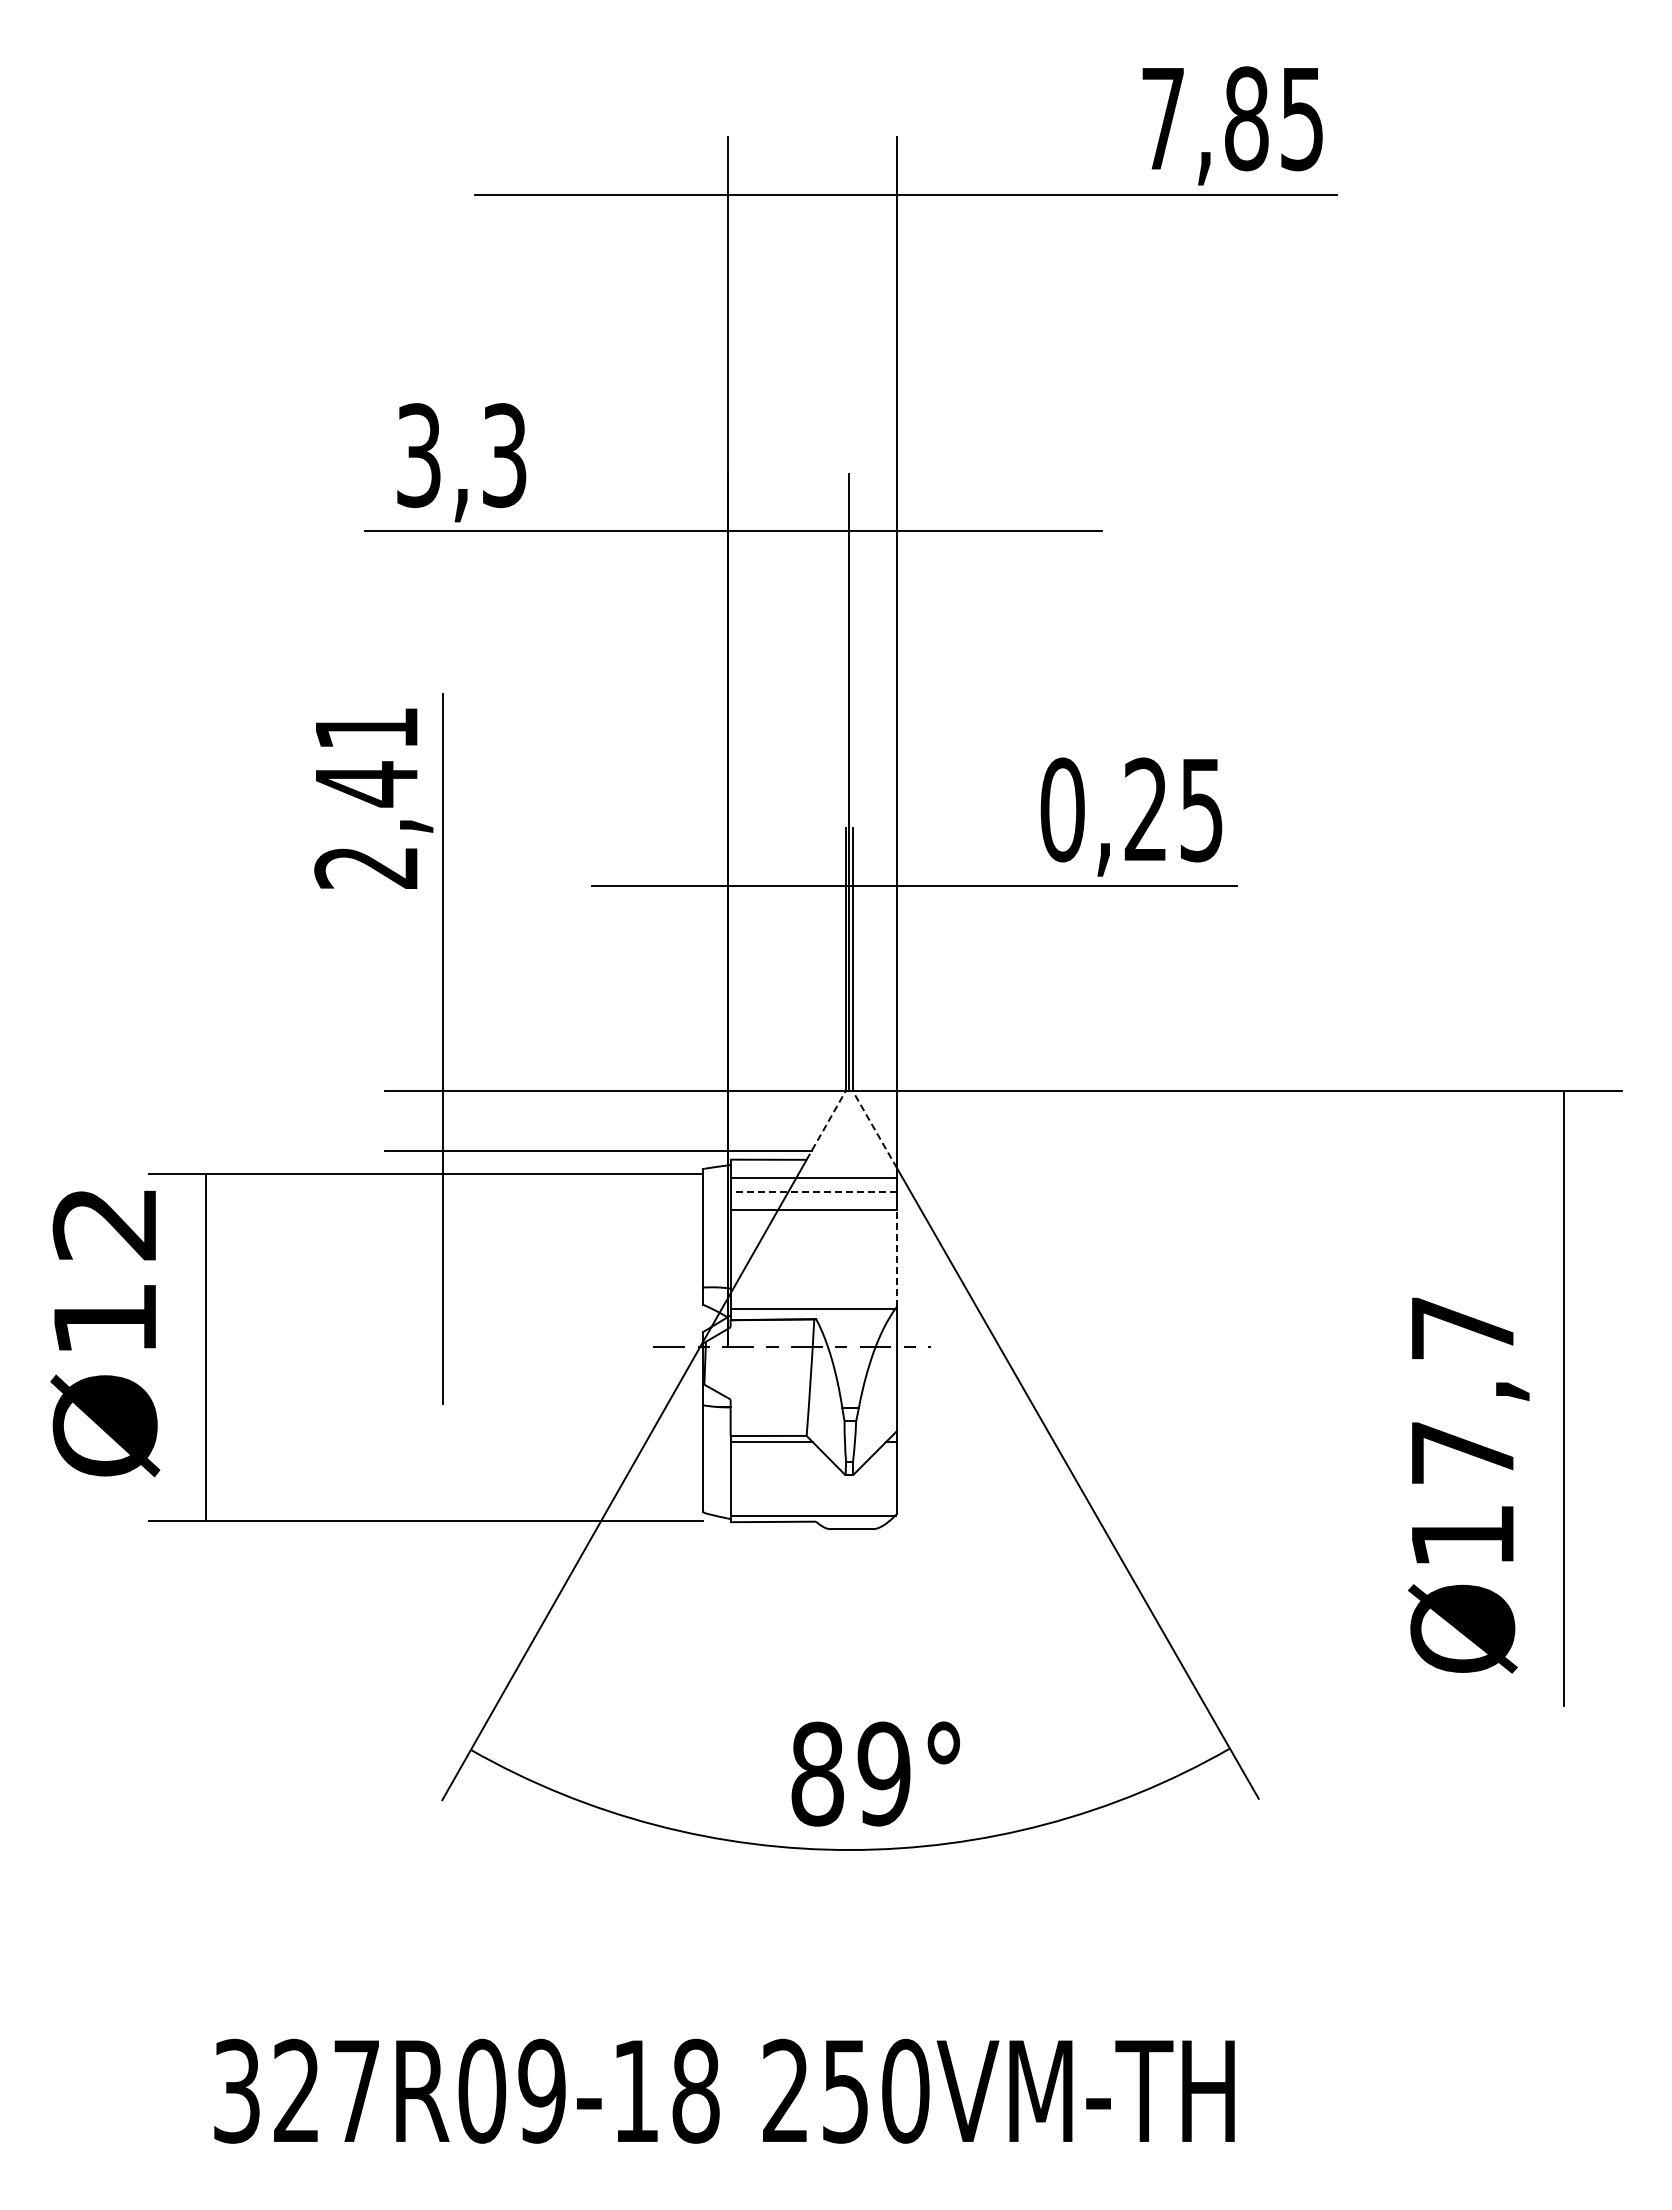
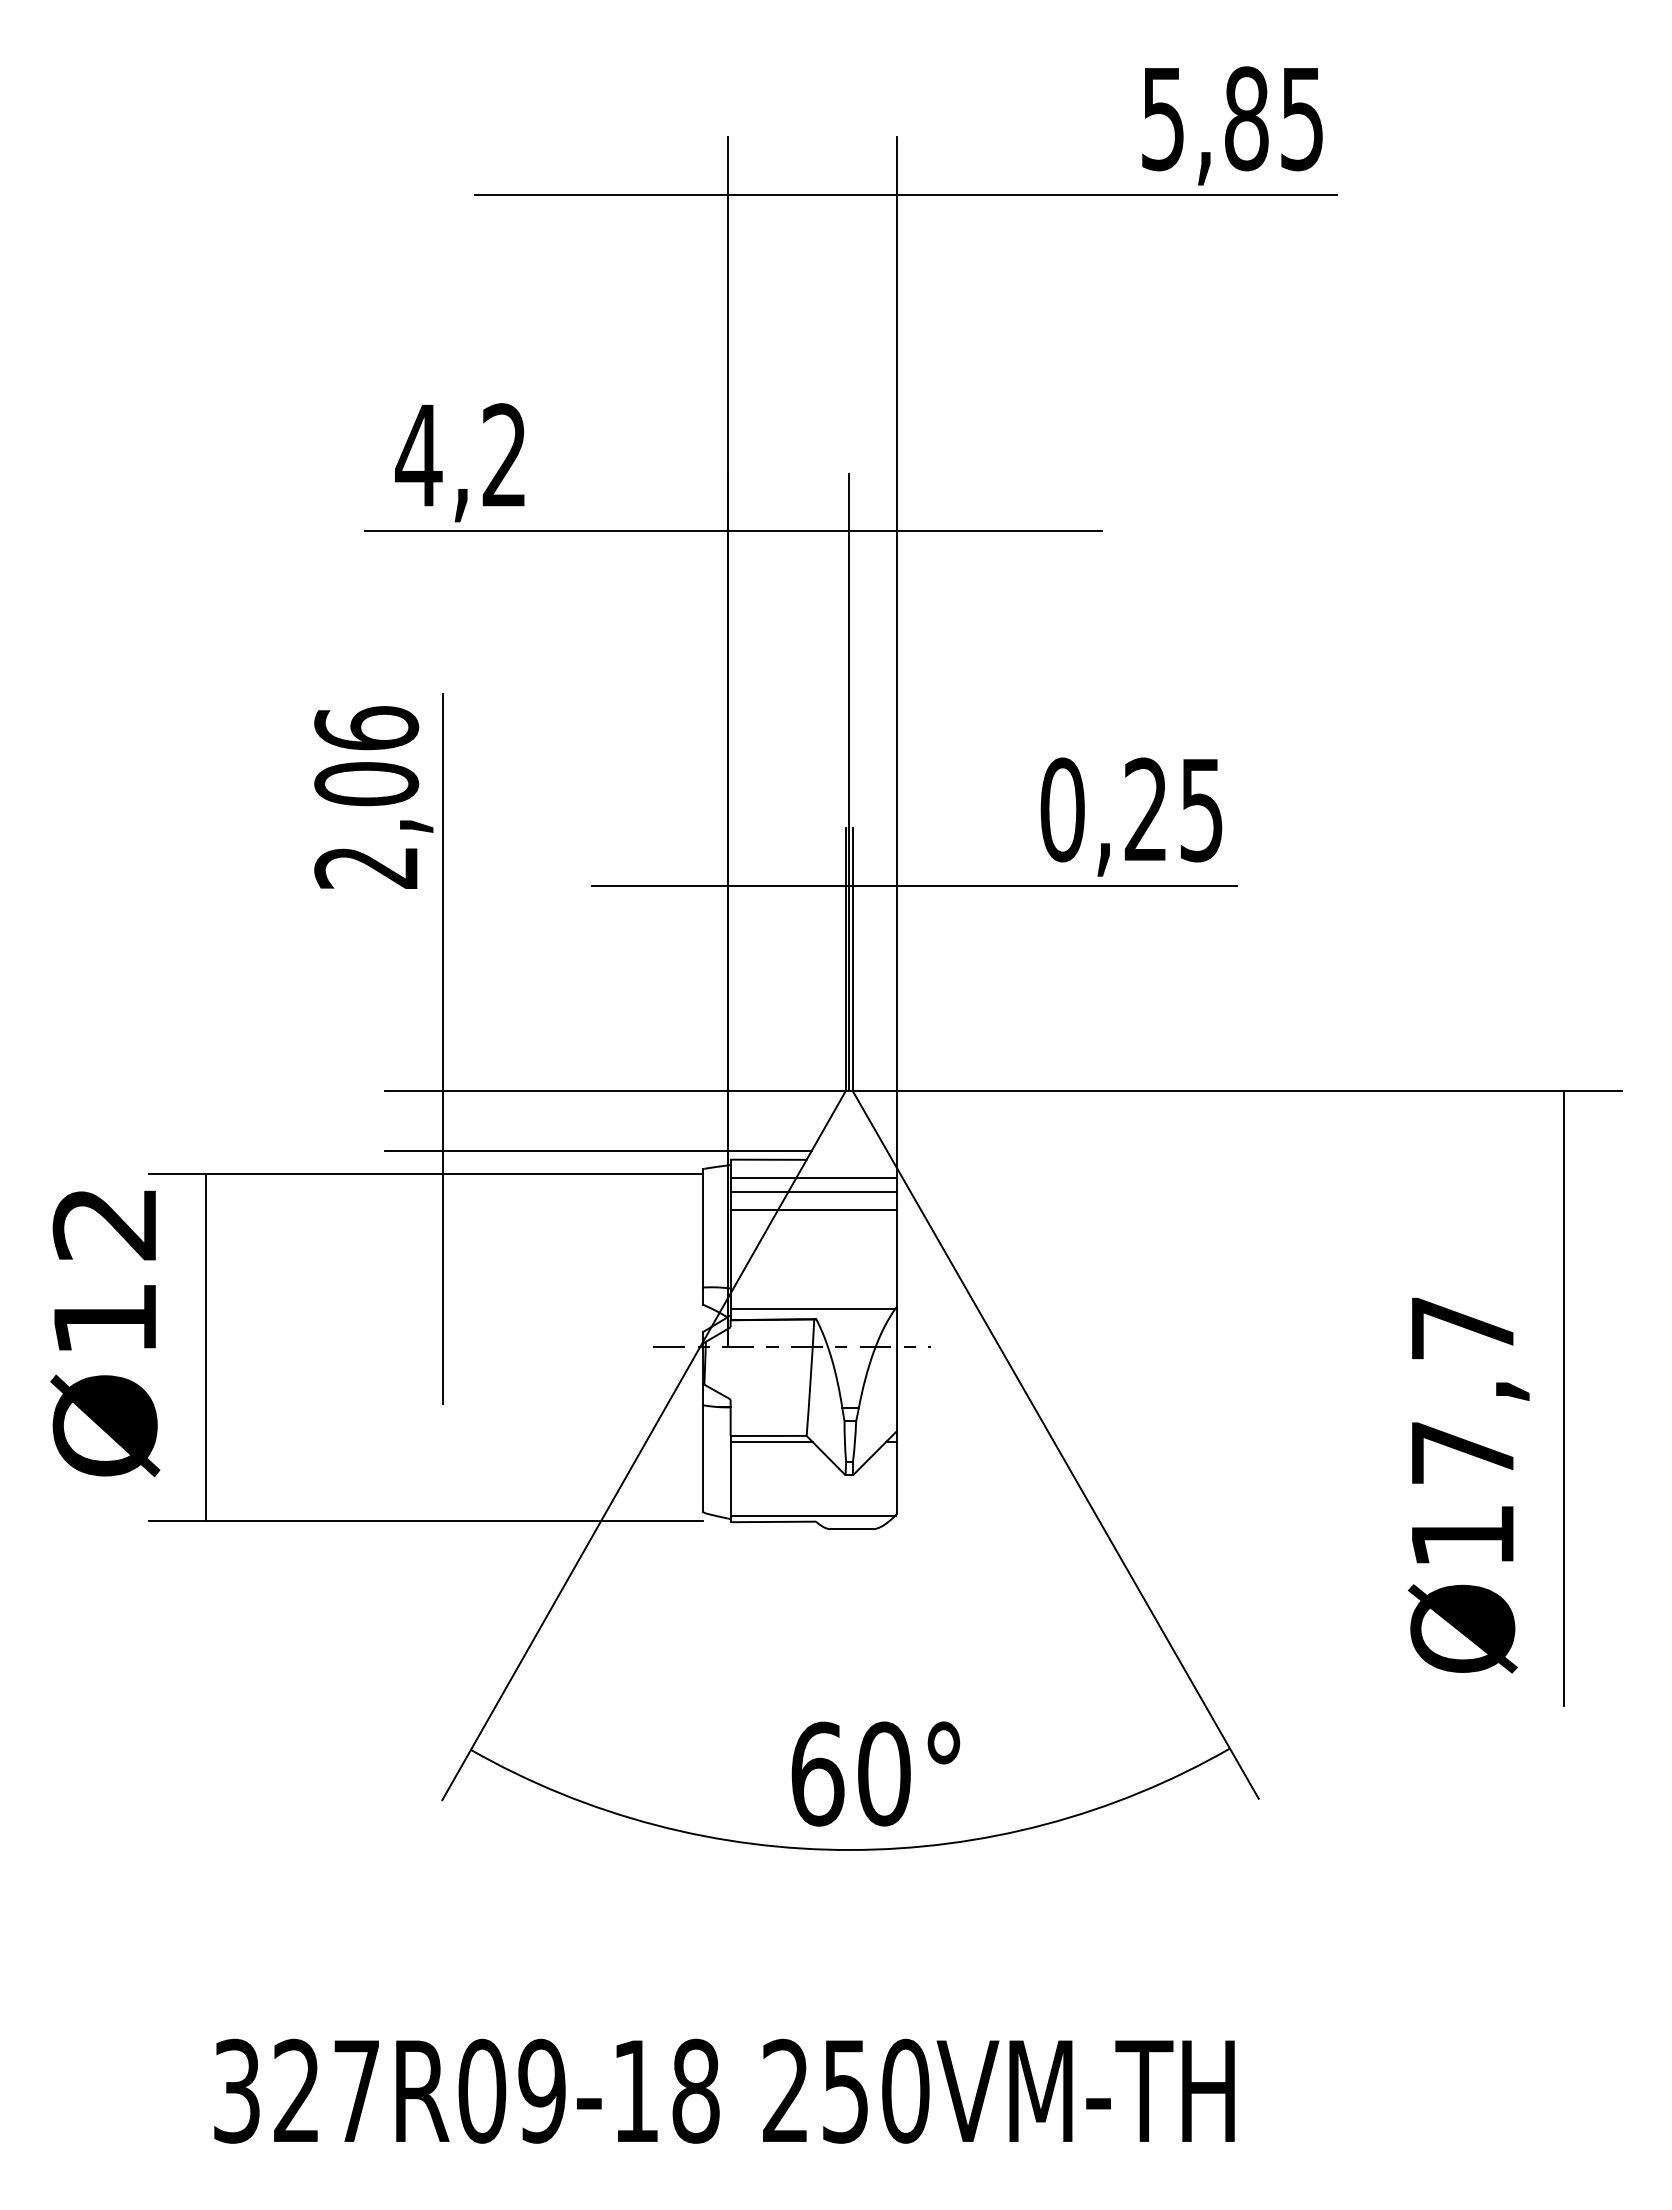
text at (1162, 119): 7,85 -> 5,85
text at (460, 455): 3,3 -> 4,2
text at (366, 756): 2,41 -> 2,06
line at (826, 1125): dashed -> solid
line at (874, 1129): dashed -> solid
line at (813, 1191): dashed -> solid
line at (897, 1258): dashed -> solid
text at (850, 1773): 89° -> 60°
